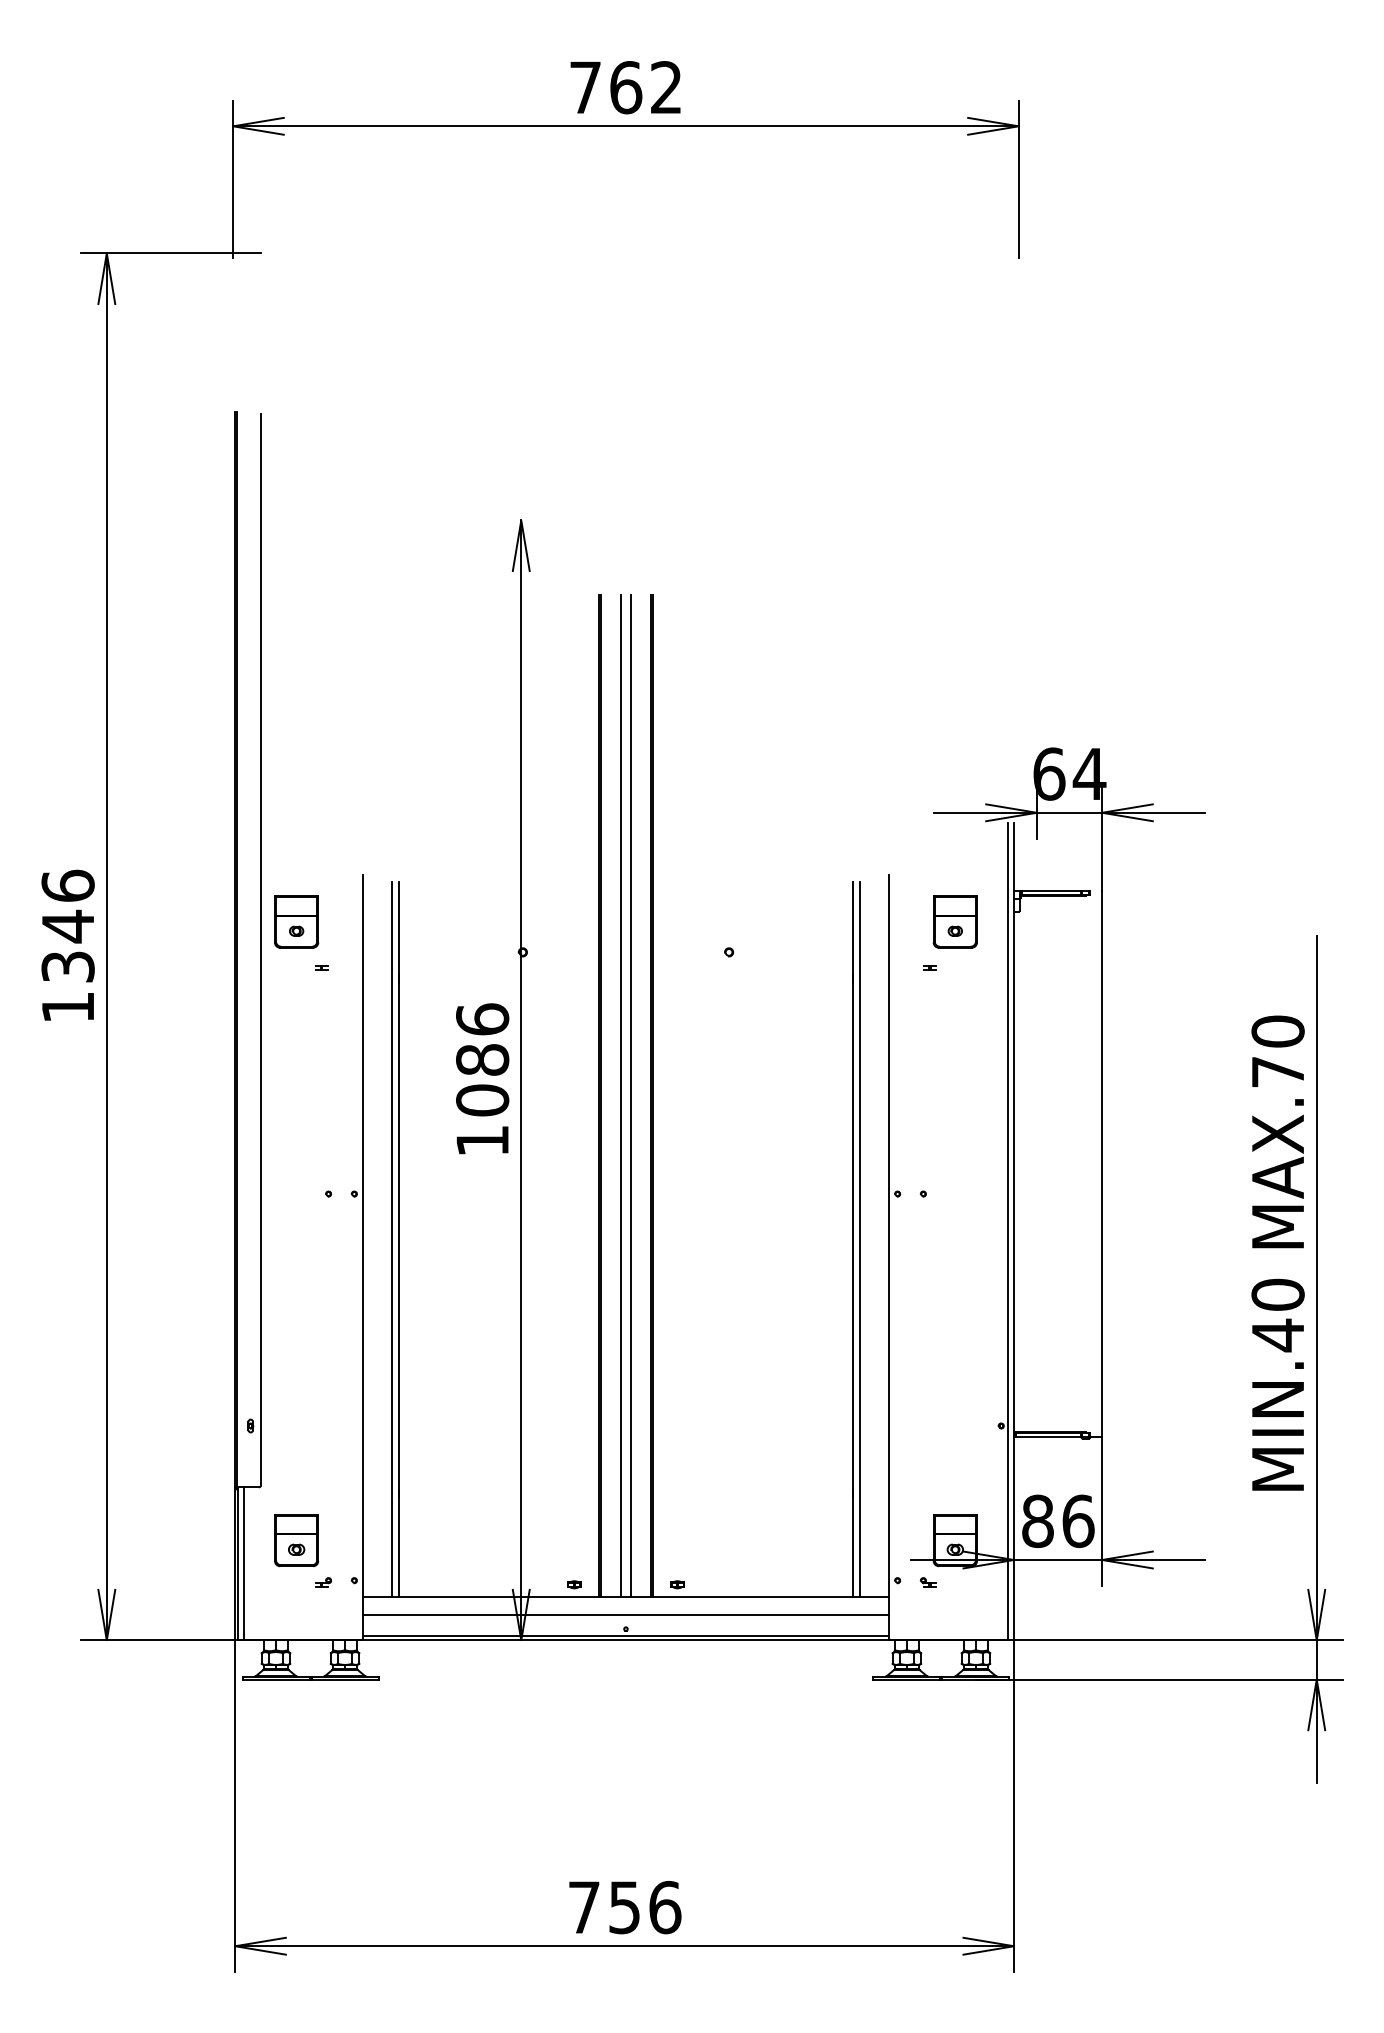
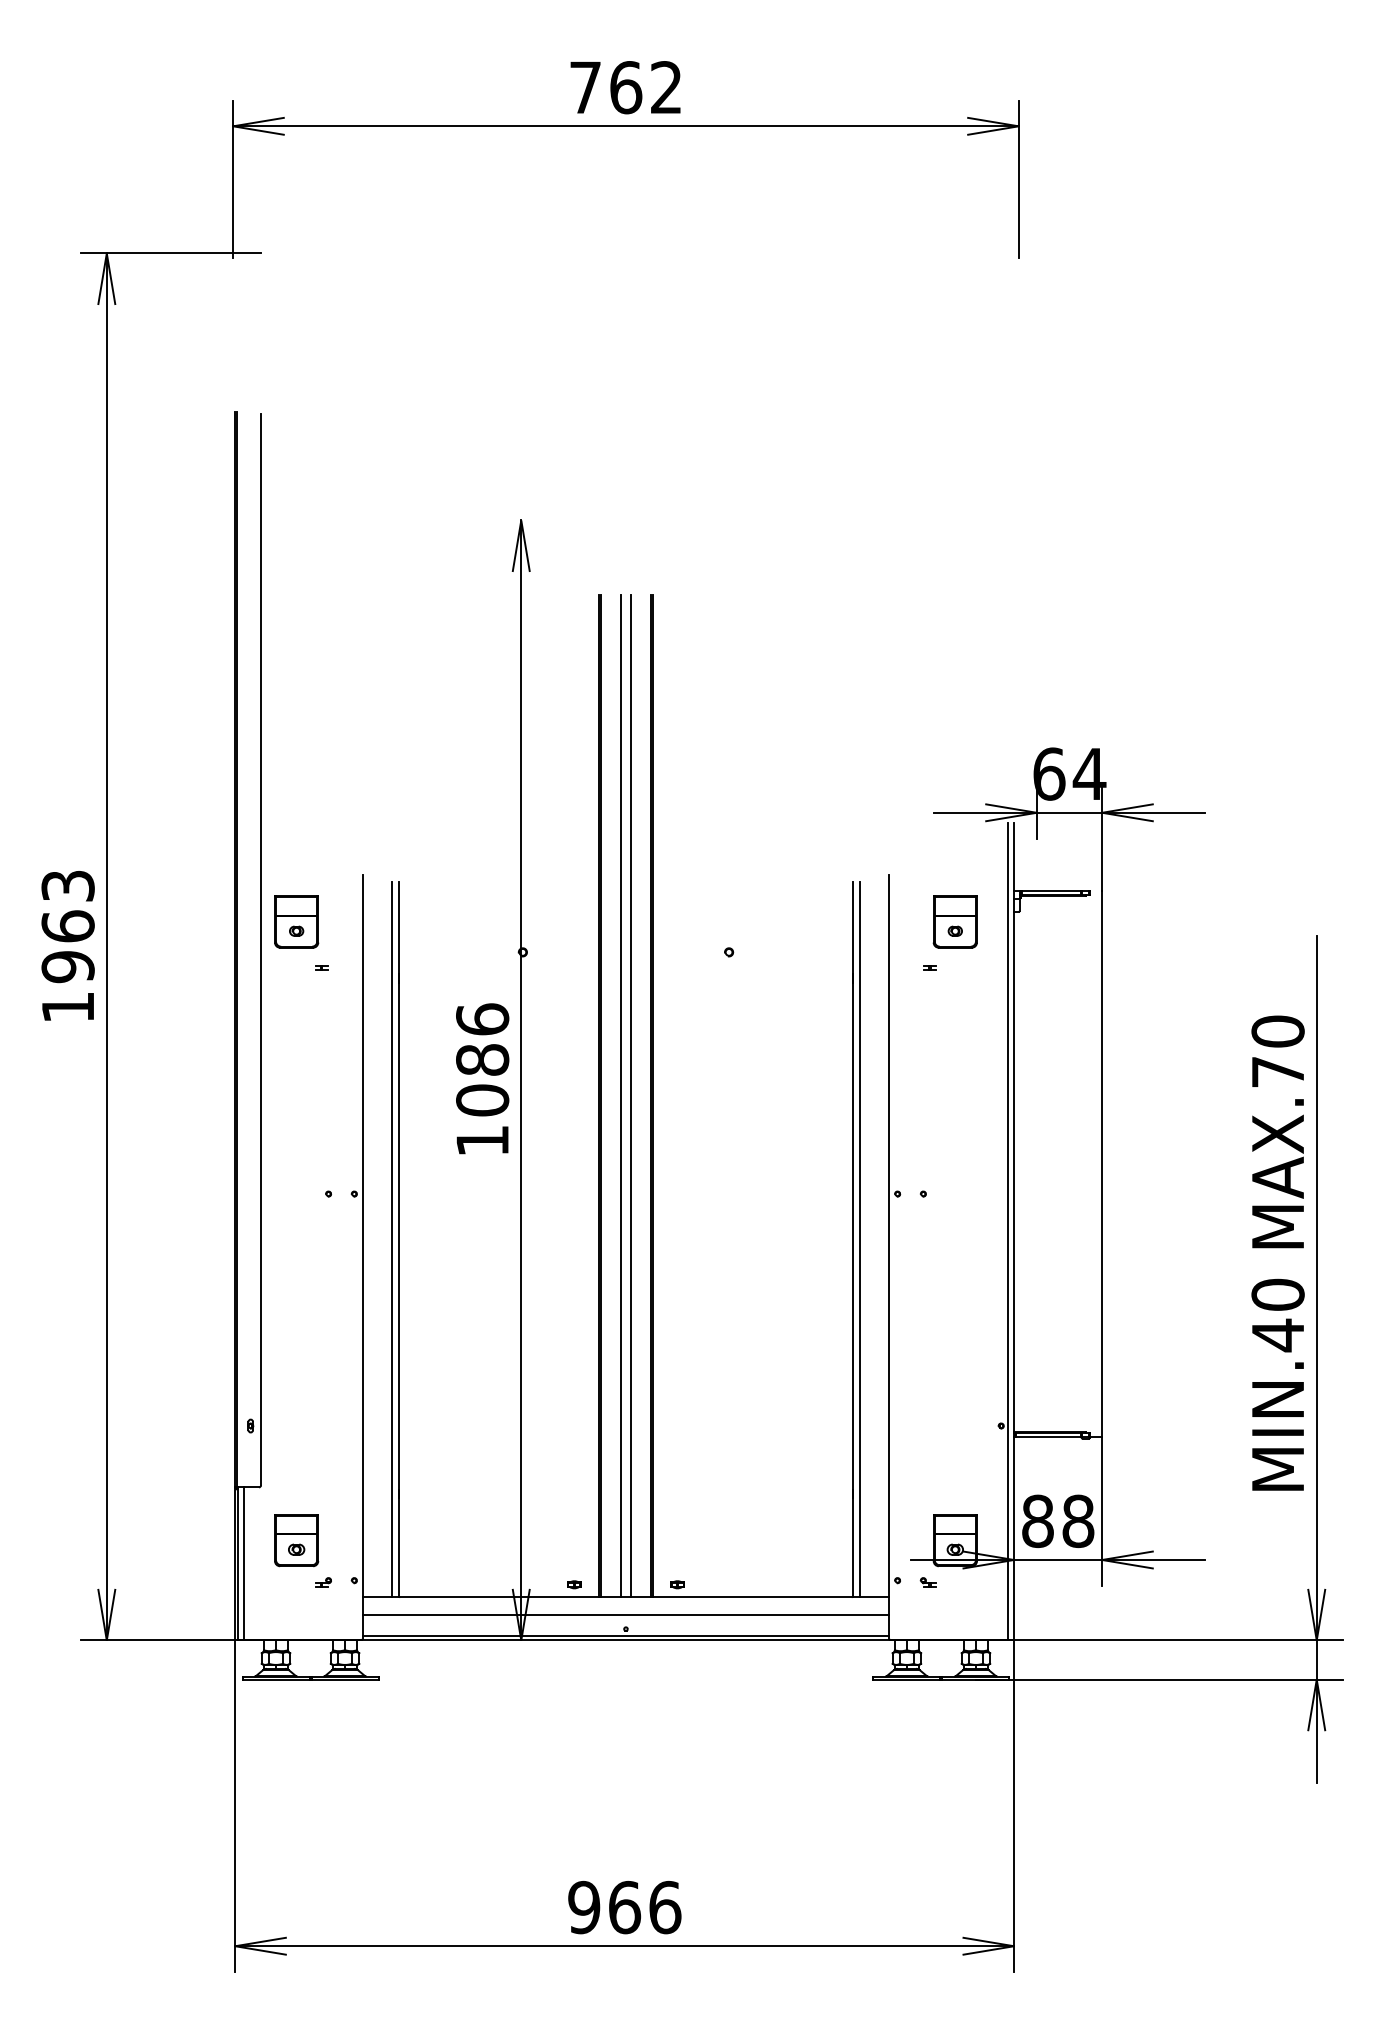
text at (67, 926): 1346 -> 1963
text at (1078, 1520): 86 -> 88
text at (604, 1907): 756 -> 966
